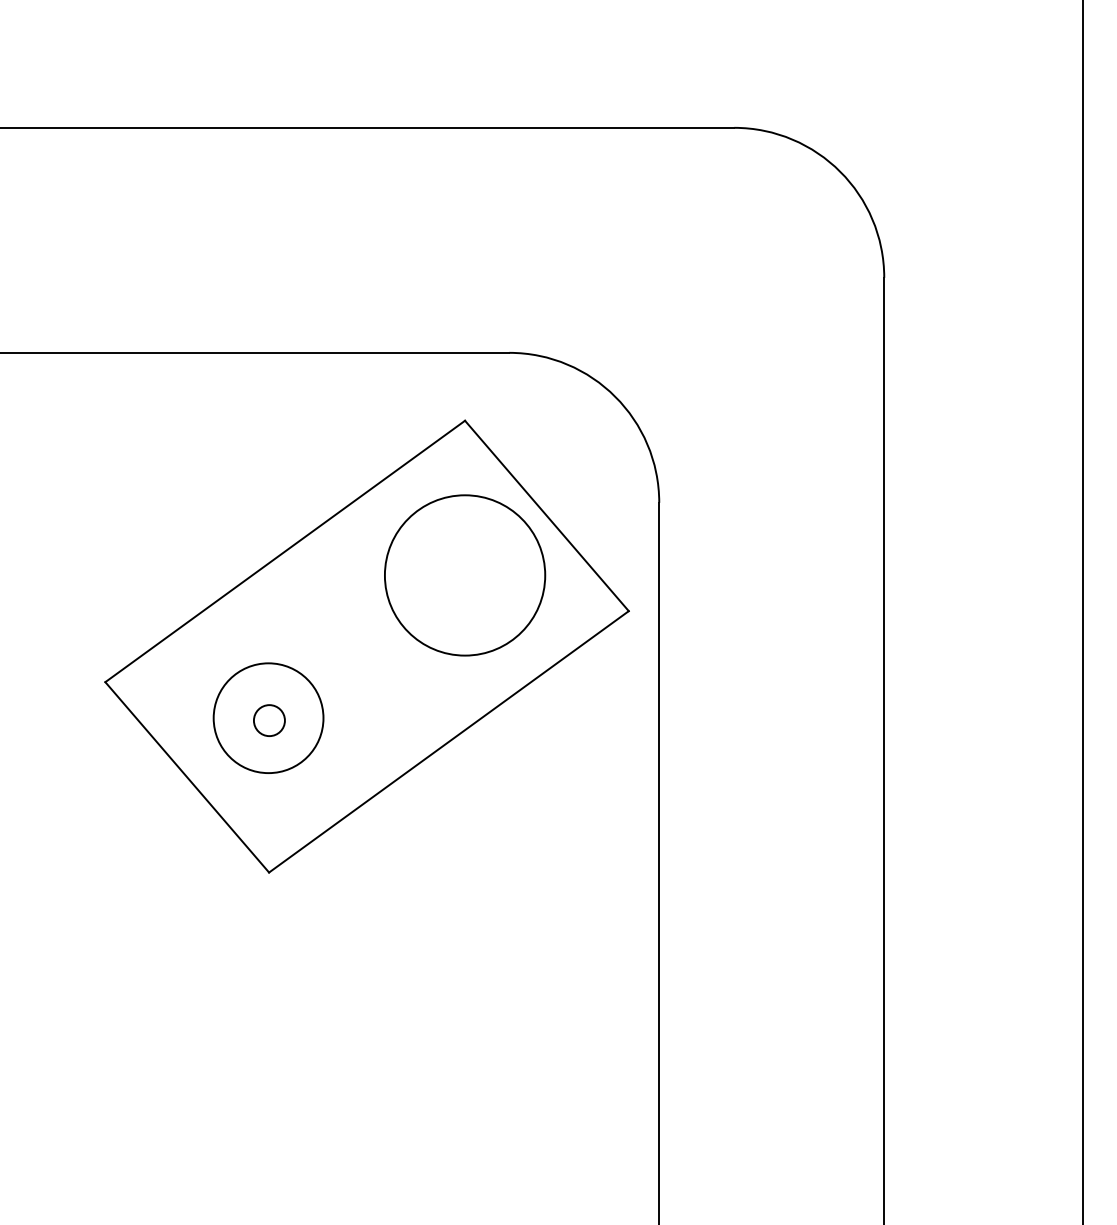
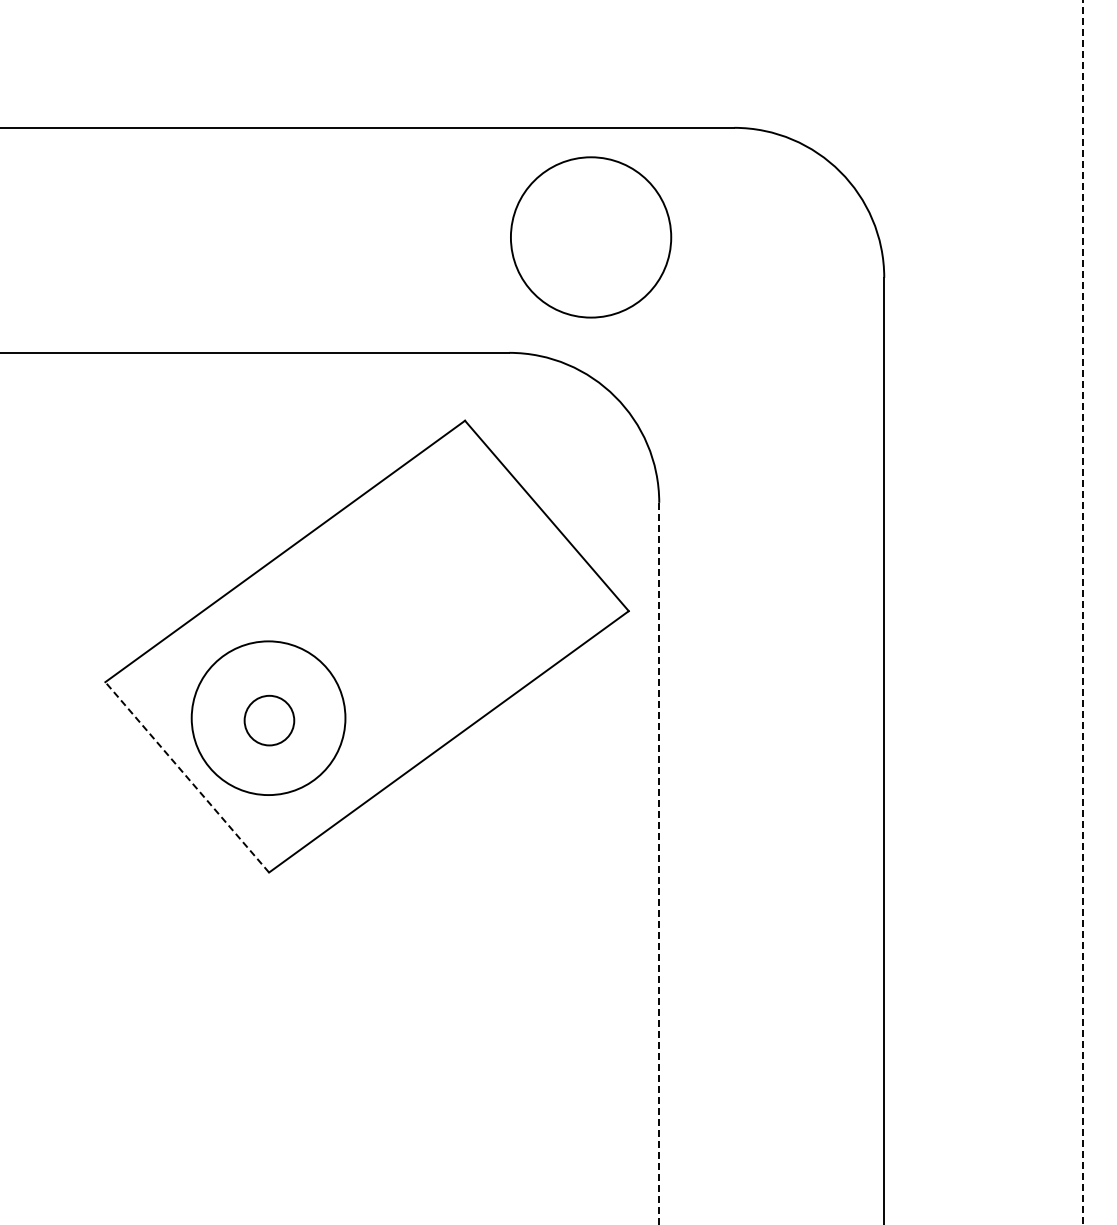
circle at (465, 575) position: (465, 575) -> (591, 237)
line at (1083, 612): solid -> dashed
circle at (268, 718) diameter: 110 px -> 154 px
circle at (268, 720) diameter: 31 px -> 50 px
line at (187, 777): solid -> dashed
line at (659, 863): solid -> dashed
